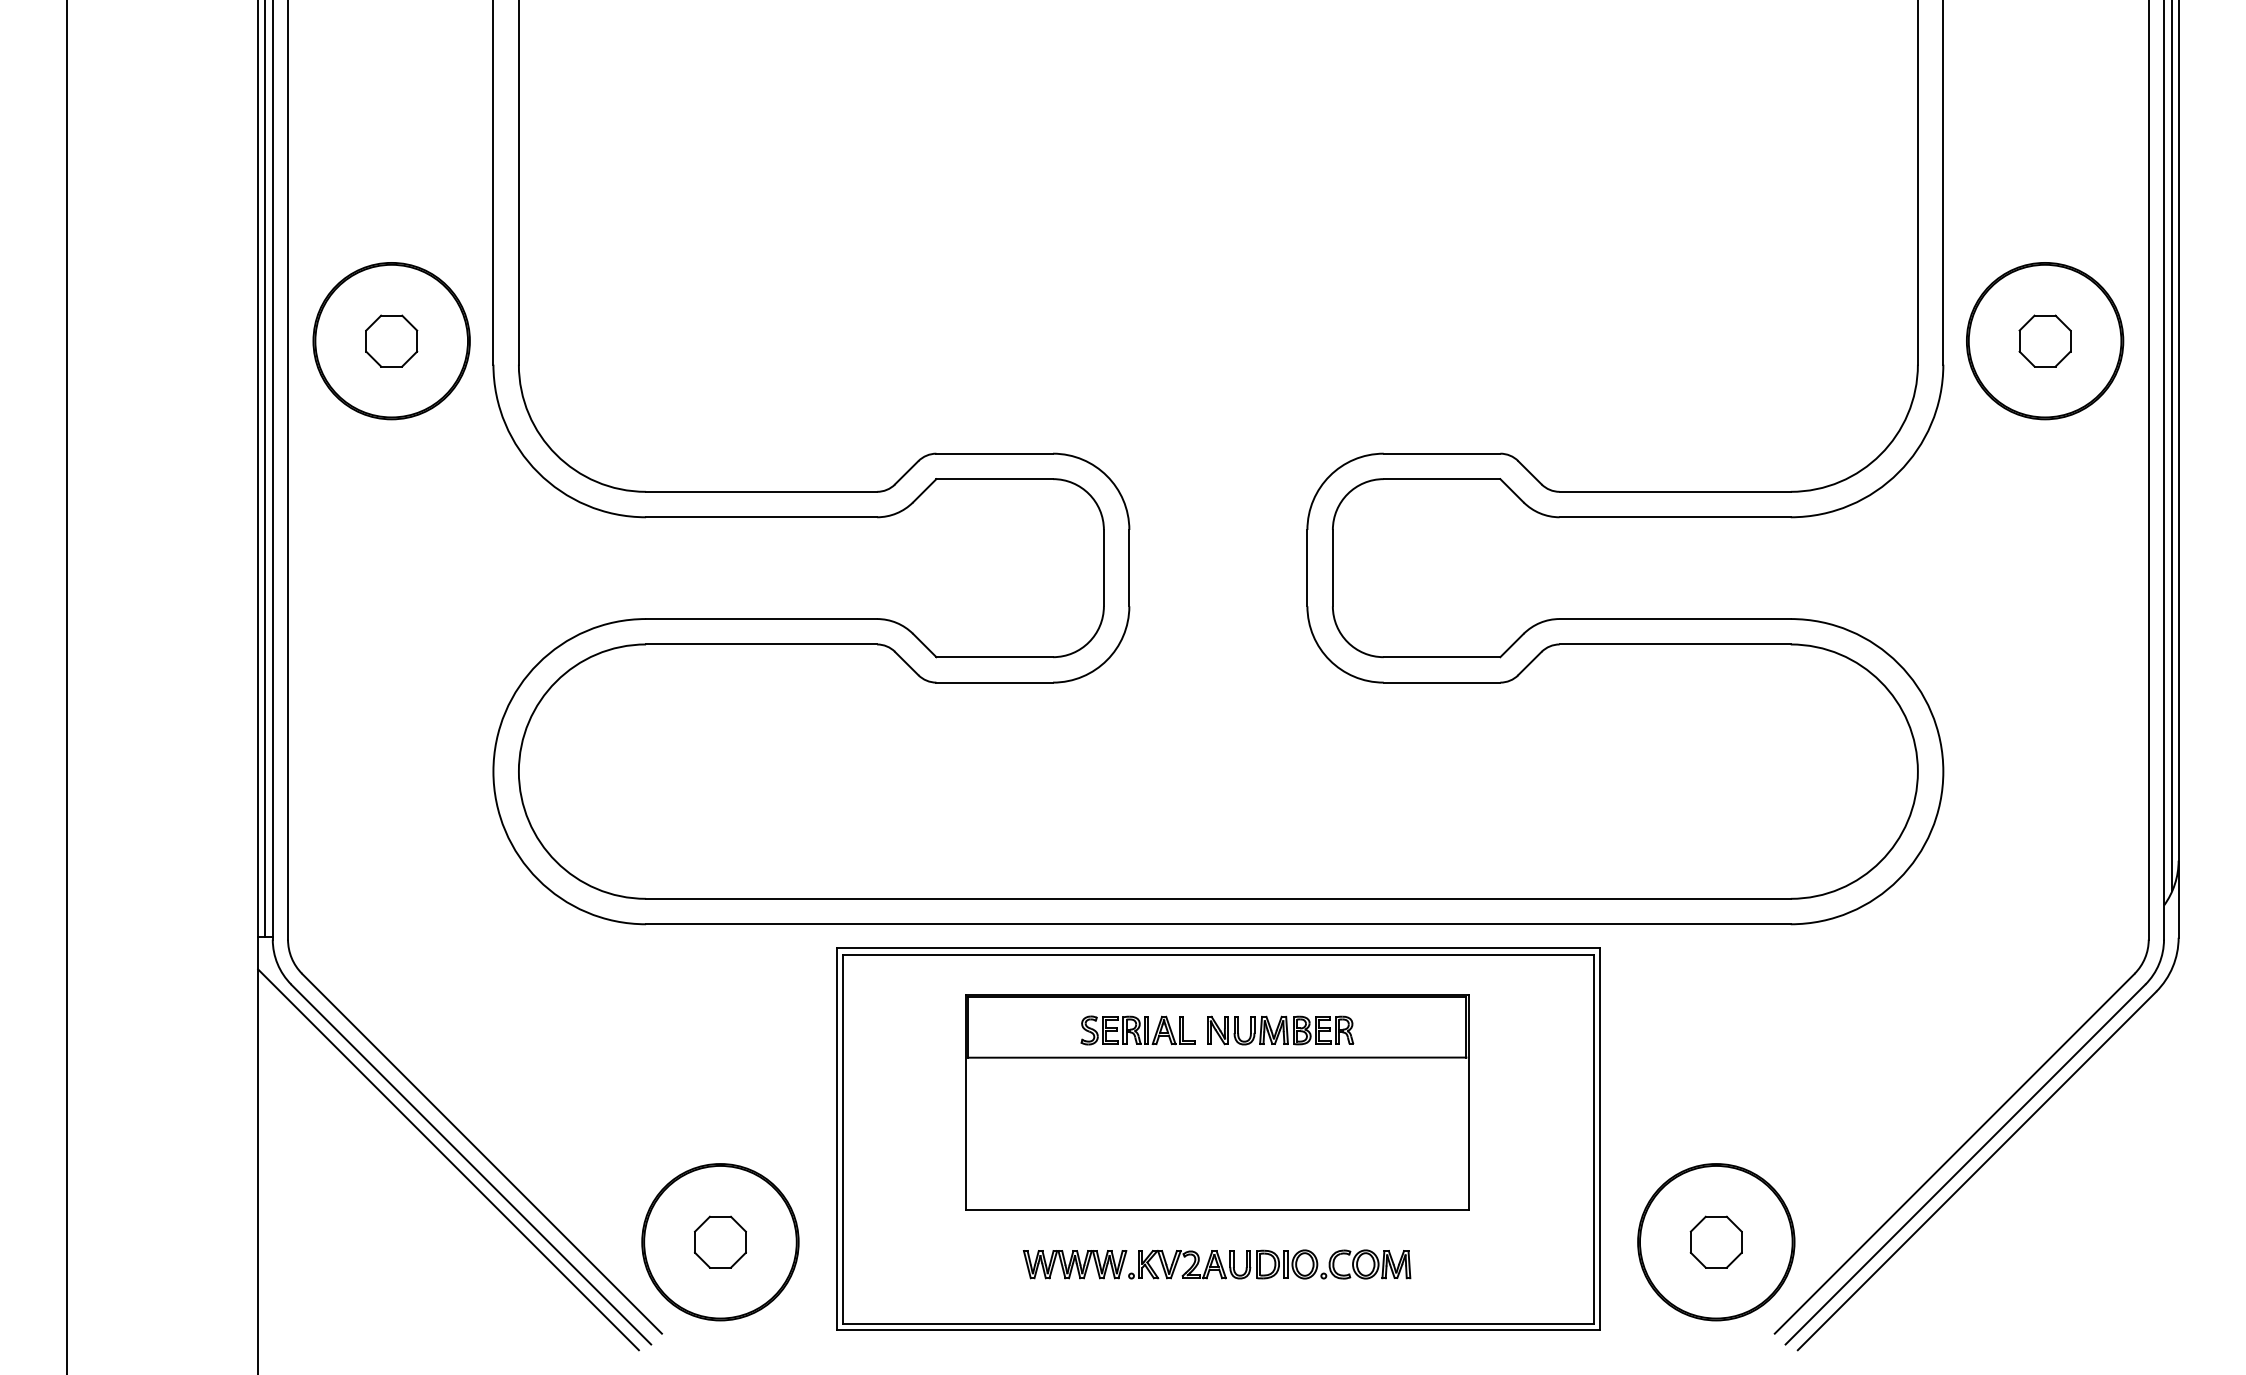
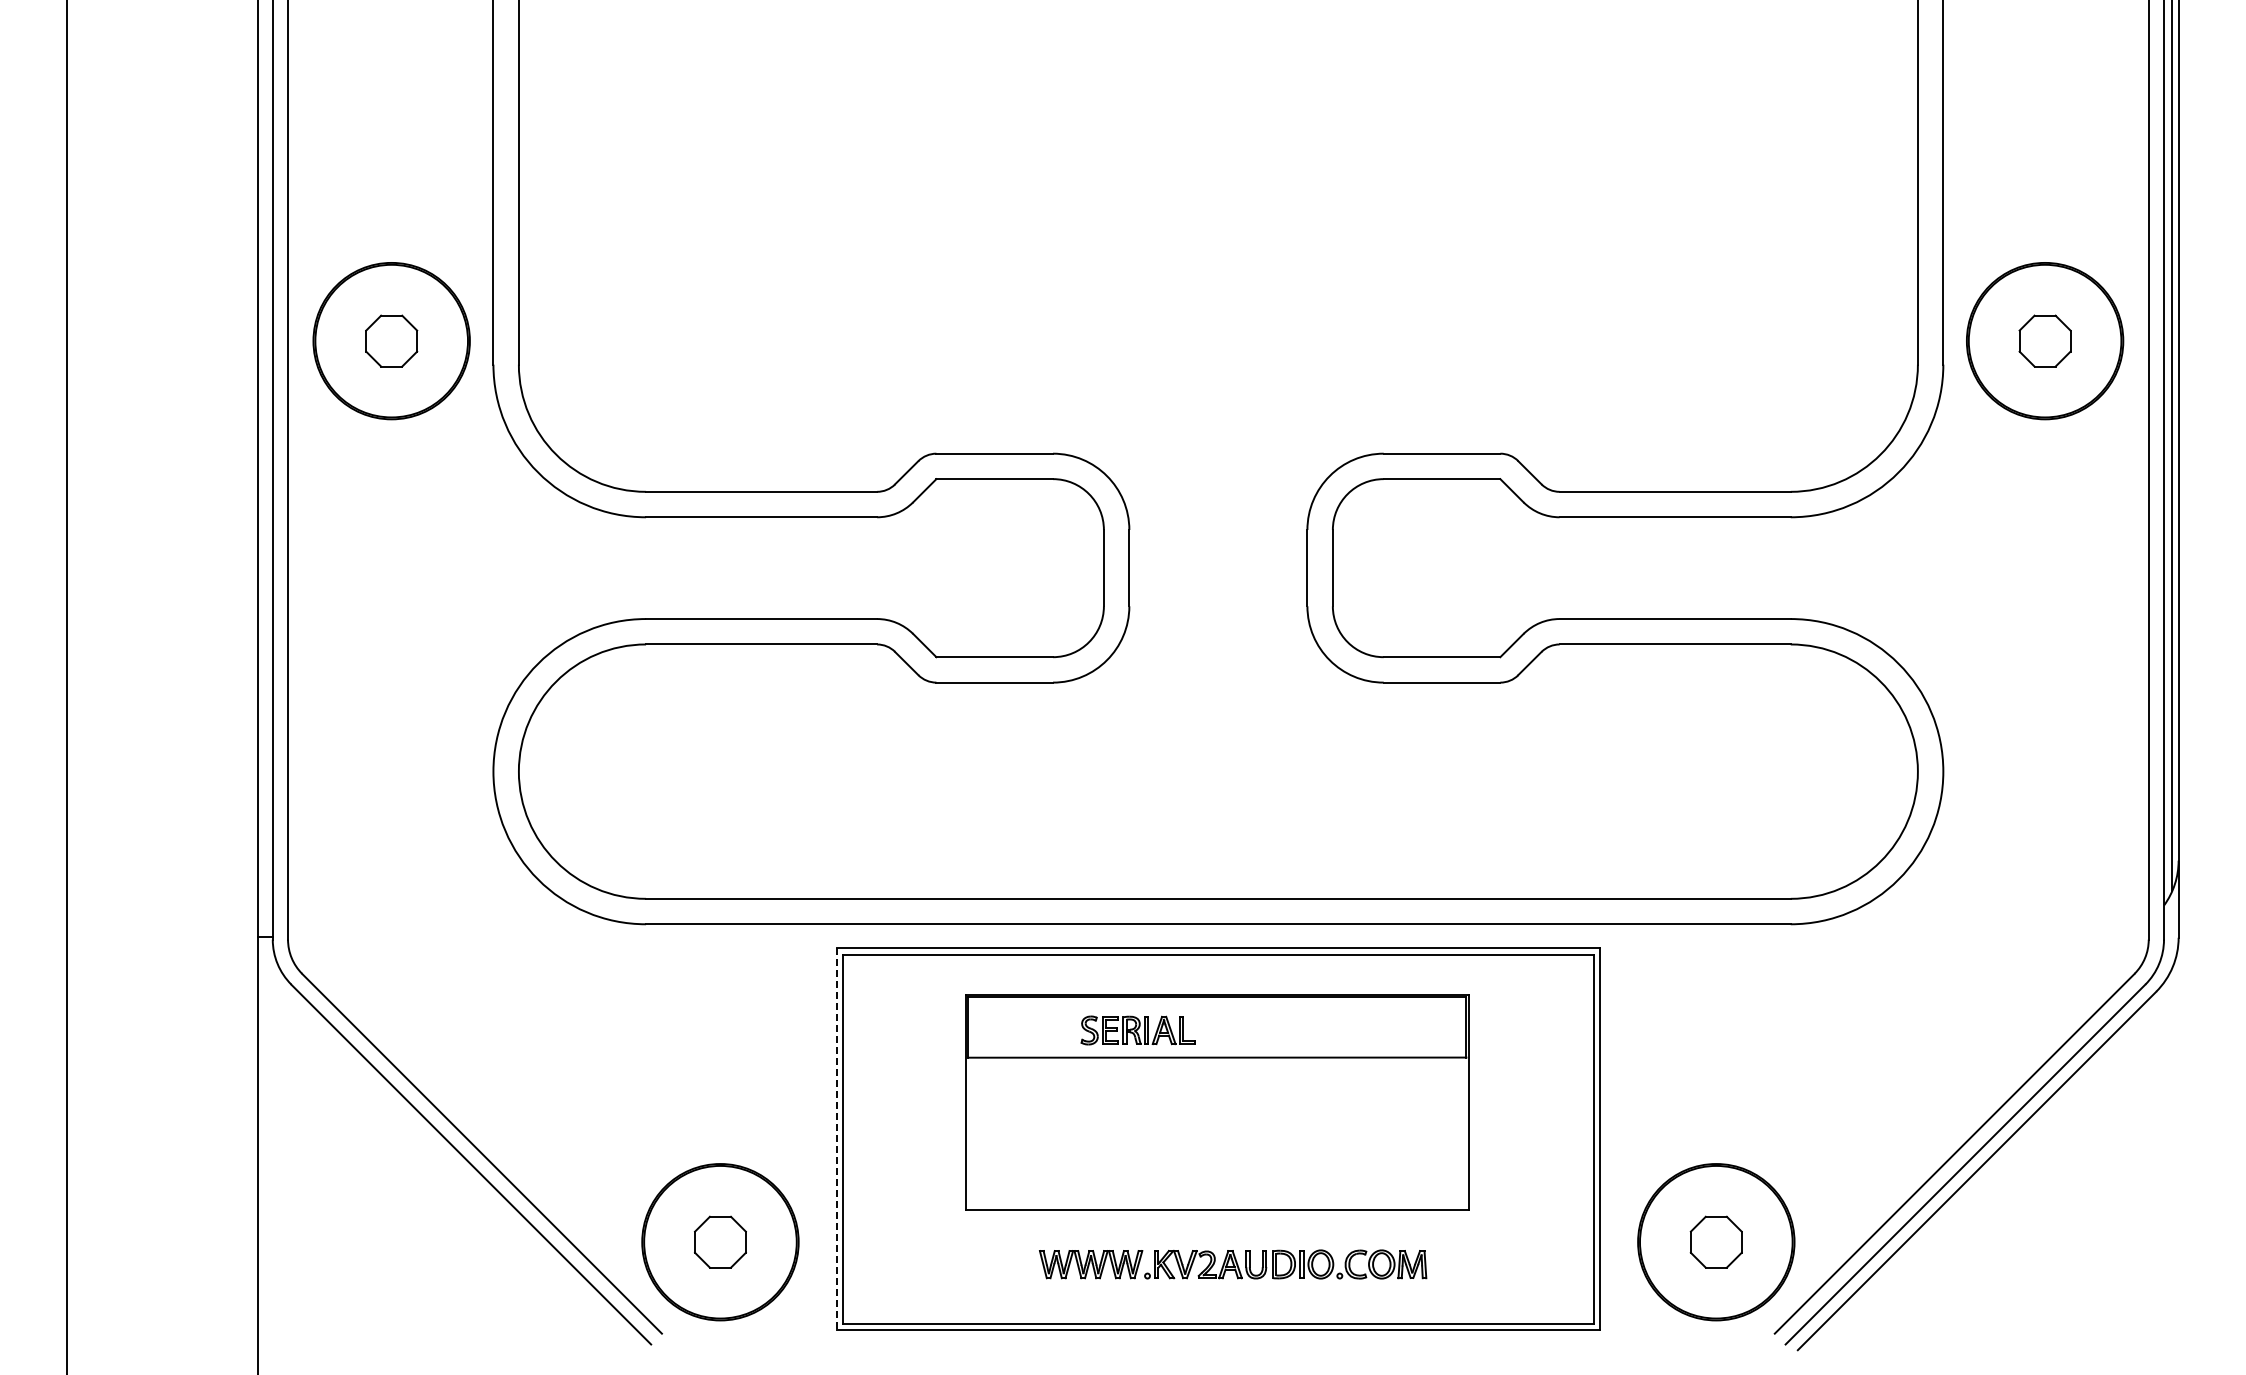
line at (264, 469): present -> none
part at (1280, 1030): present -> none
line at (836, 1139): solid -> dashed
line at (448, 1159): present -> none
part at (1217, 1264) position: (1217, 1264) -> (1233, 1264)
